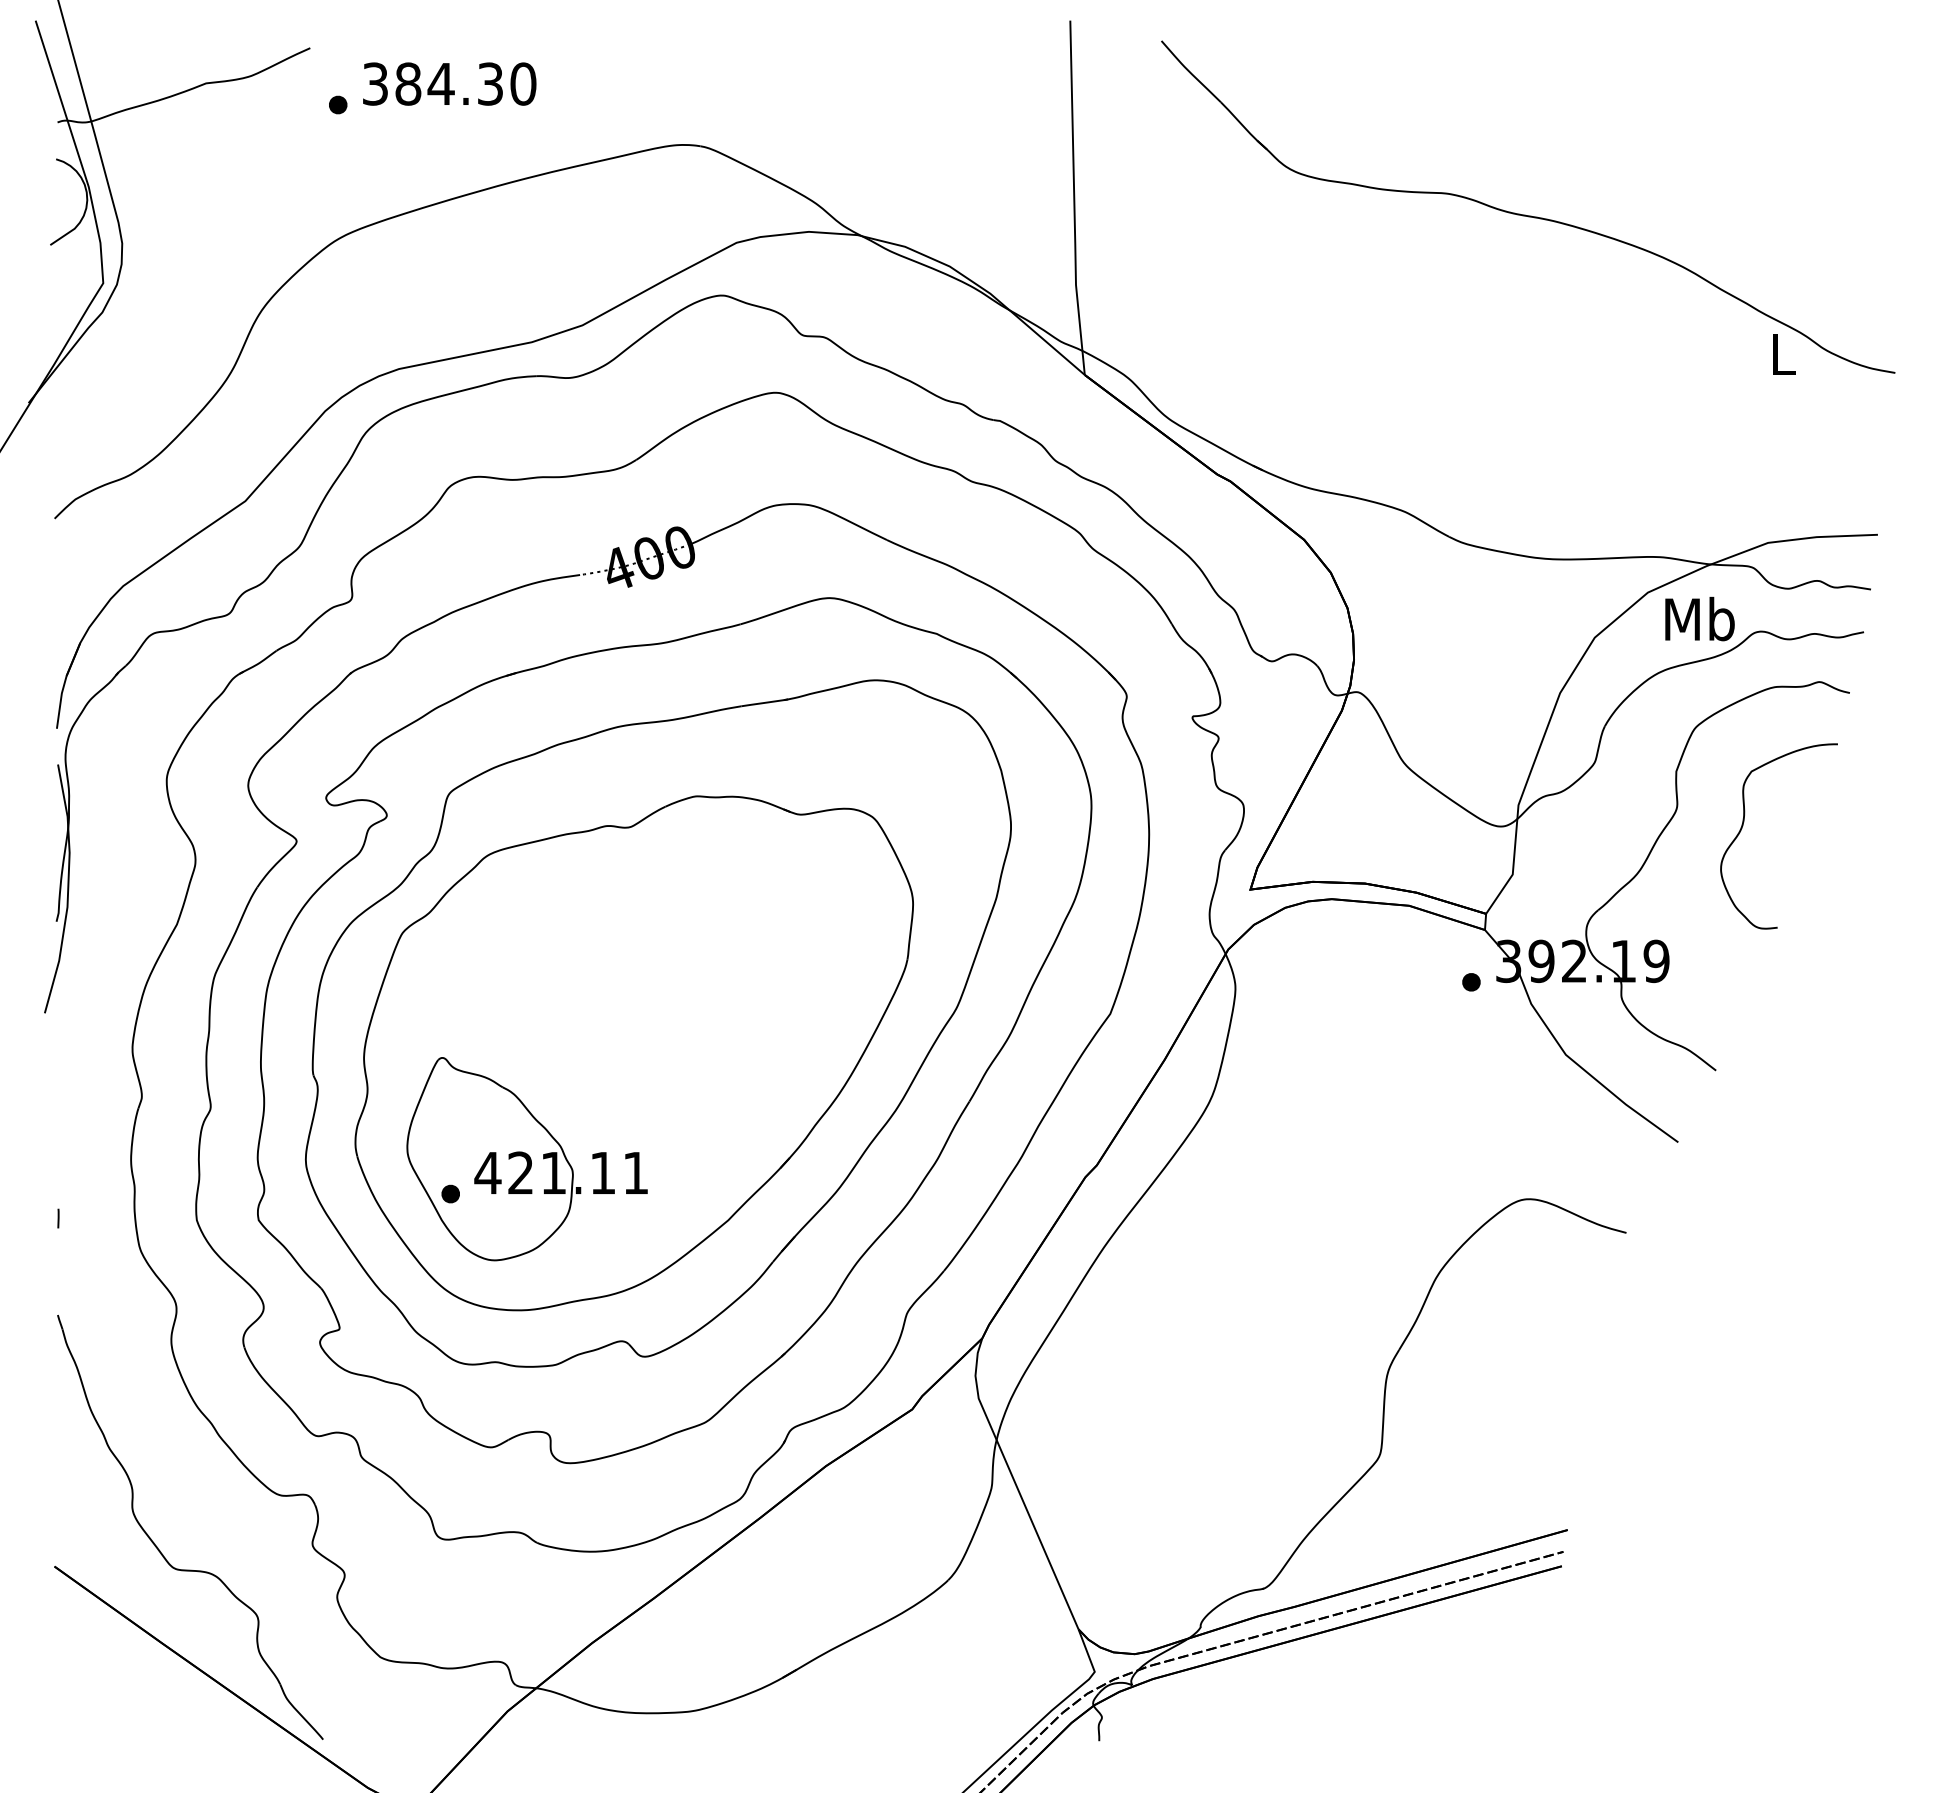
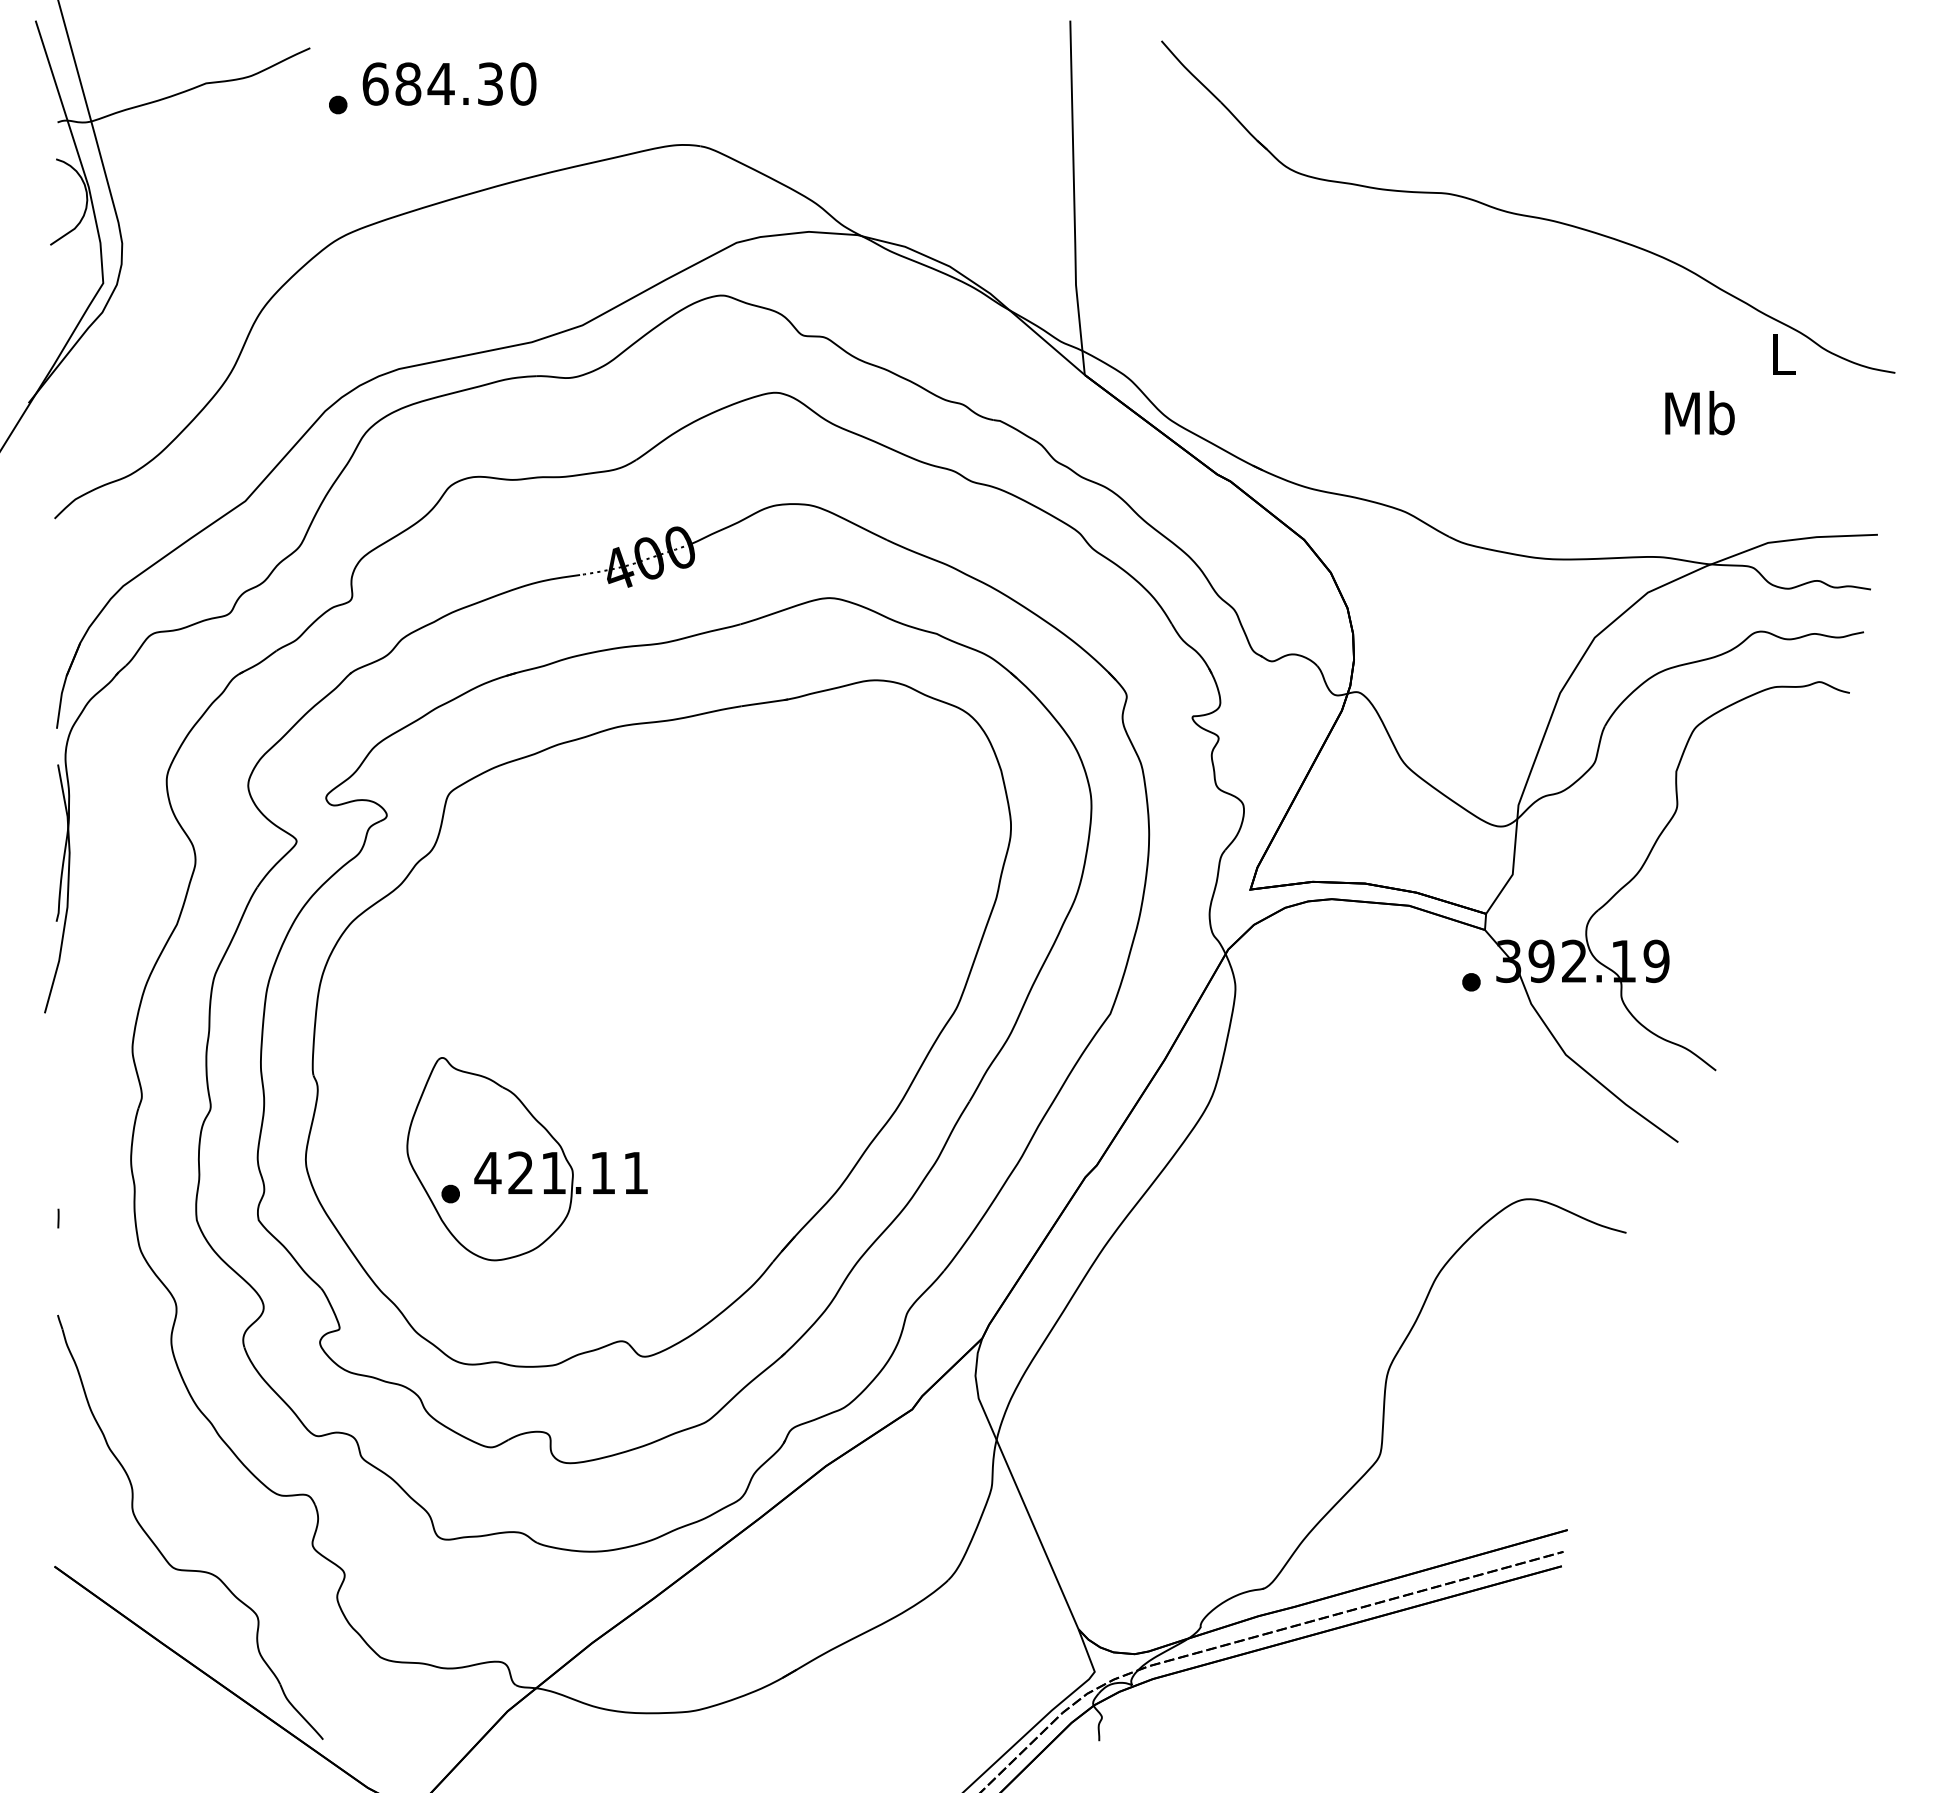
text at (375, 83): 384.30 -> 684.30
text at (1699, 618) position: (1699, 618) -> (1699, 412)
curve at (1743, 825): present -> none
part at (633, 1053): present -> none
